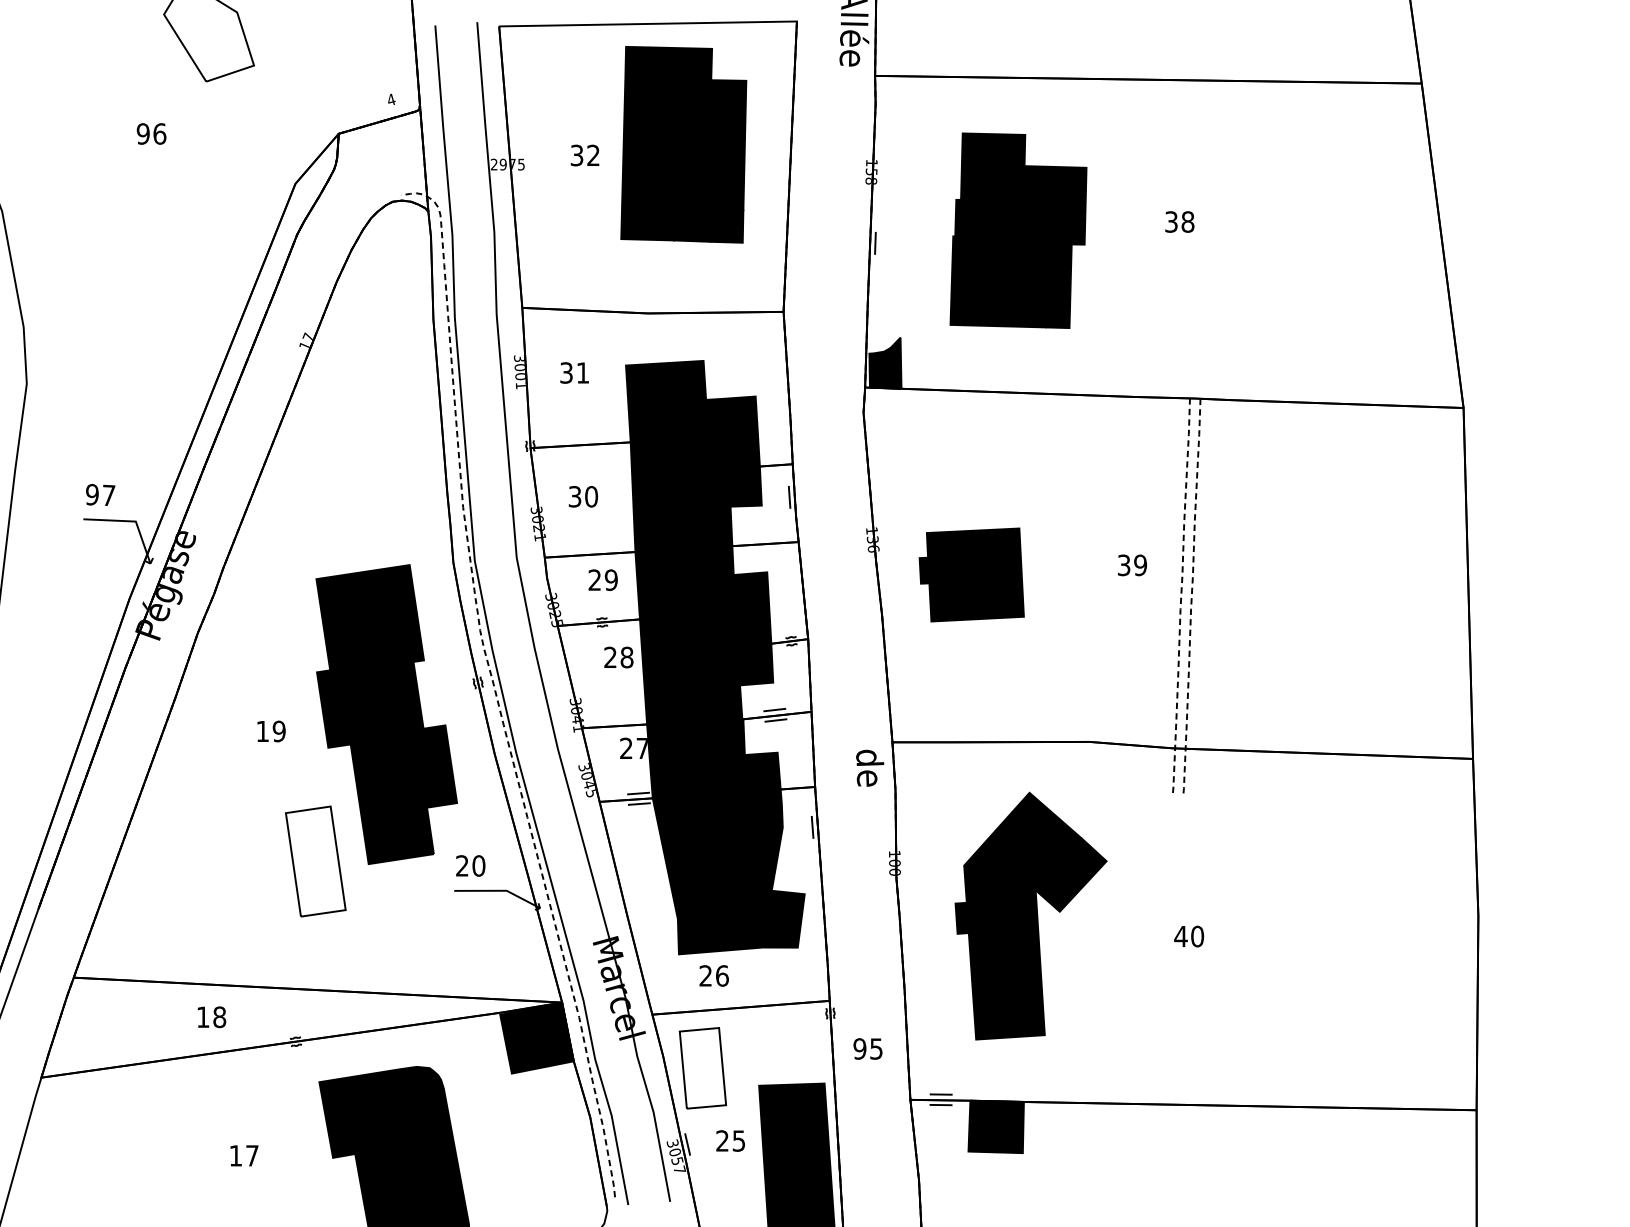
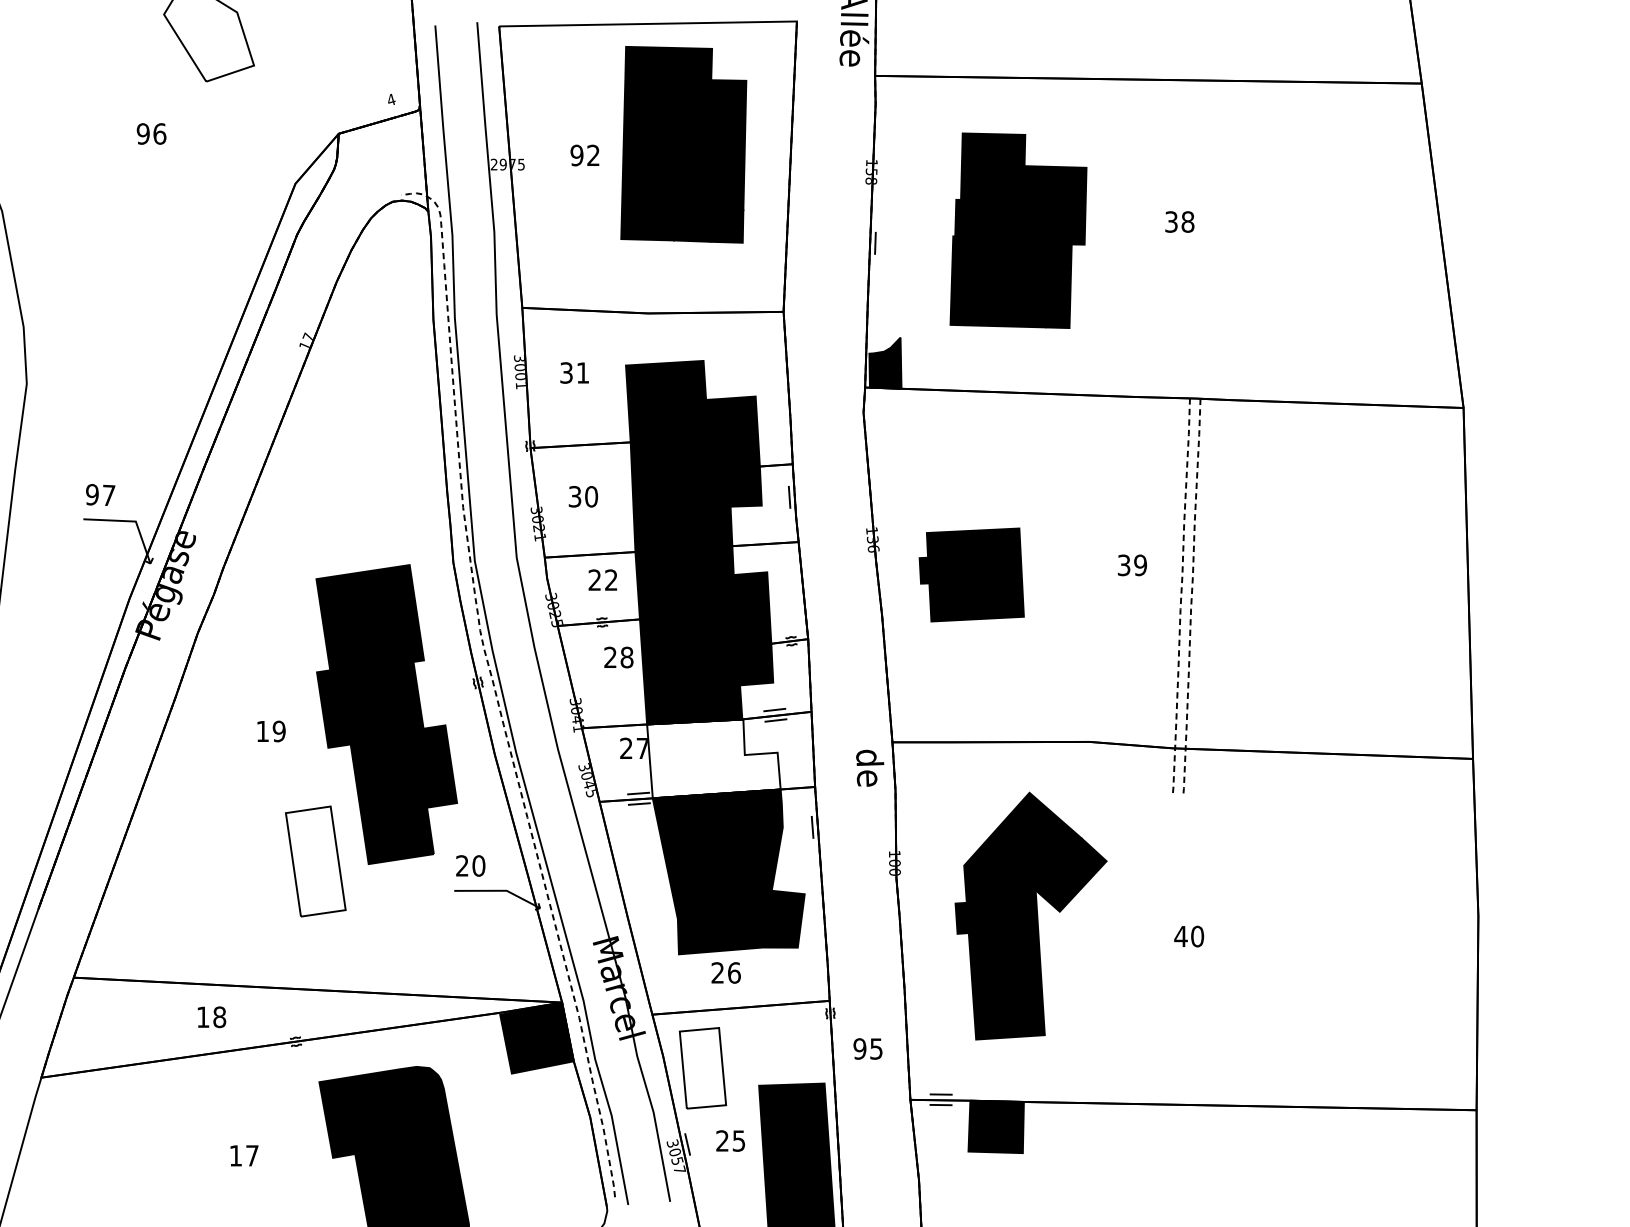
text at (576, 155): 32 -> 92
text at (610, 579): 29 -> 22
fill at (713, 758): present -> none
text at (713, 975) position: (713, 975) -> (725, 972)
